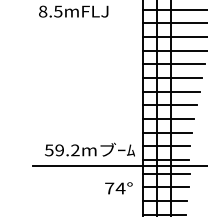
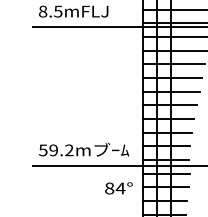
line at (118, 27): none -> present
text at (89, 149) position: (89, 149) -> (83, 149)
text at (109, 188): 74° -> 84°
